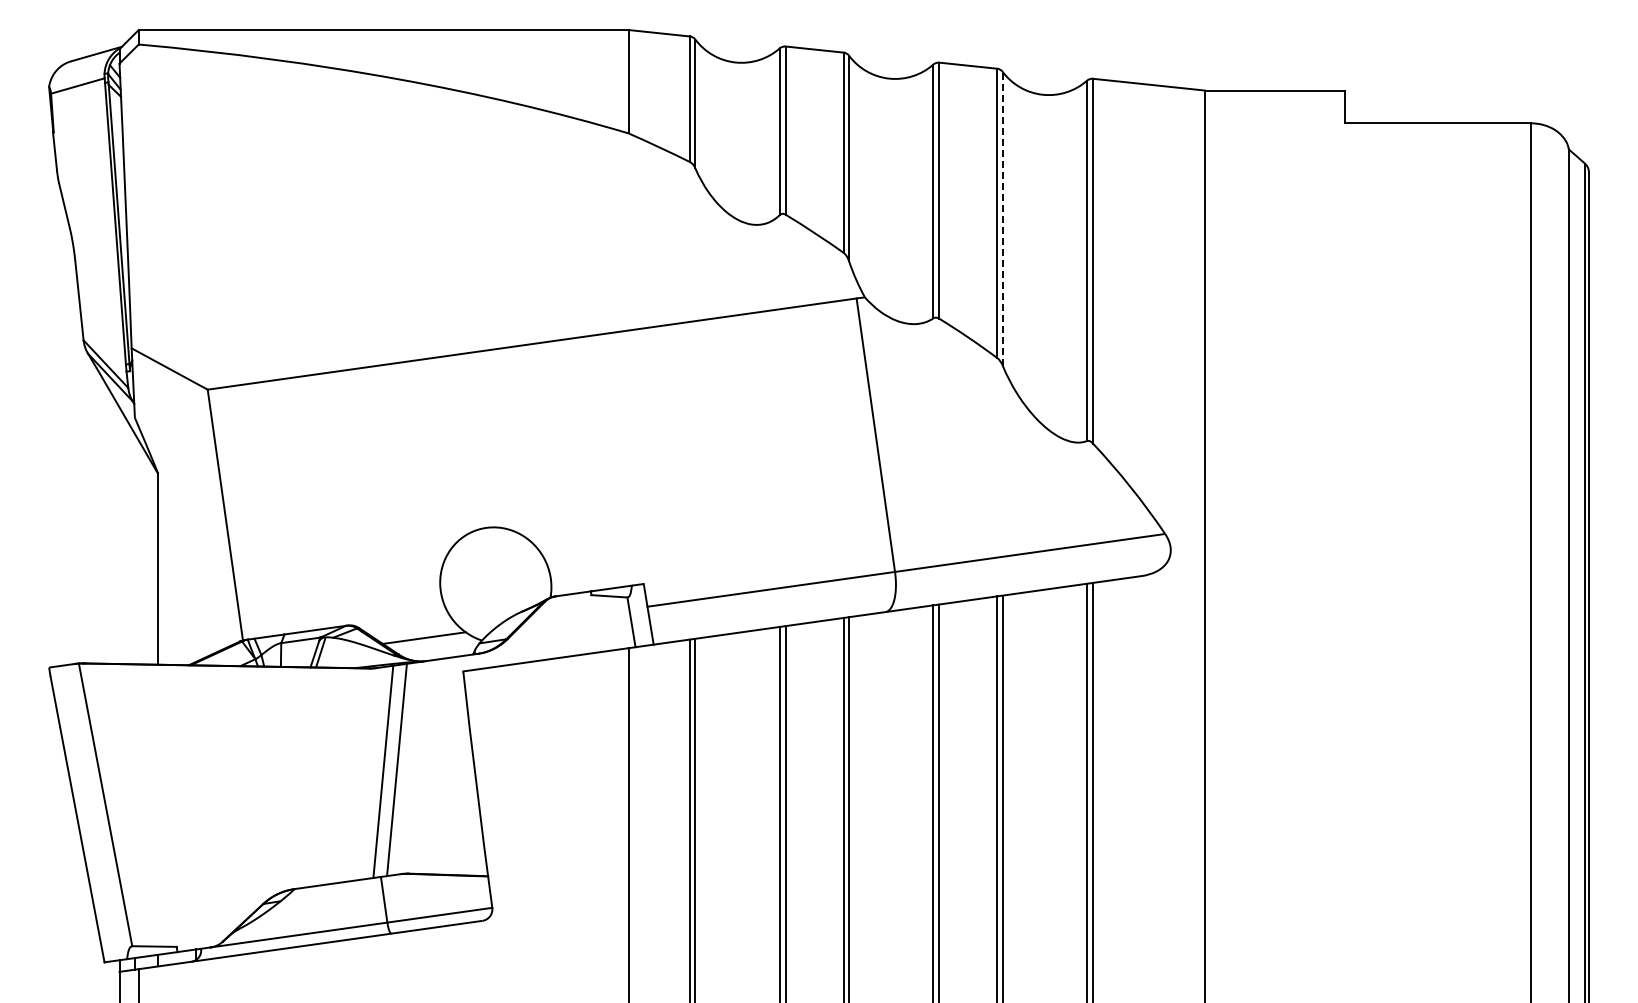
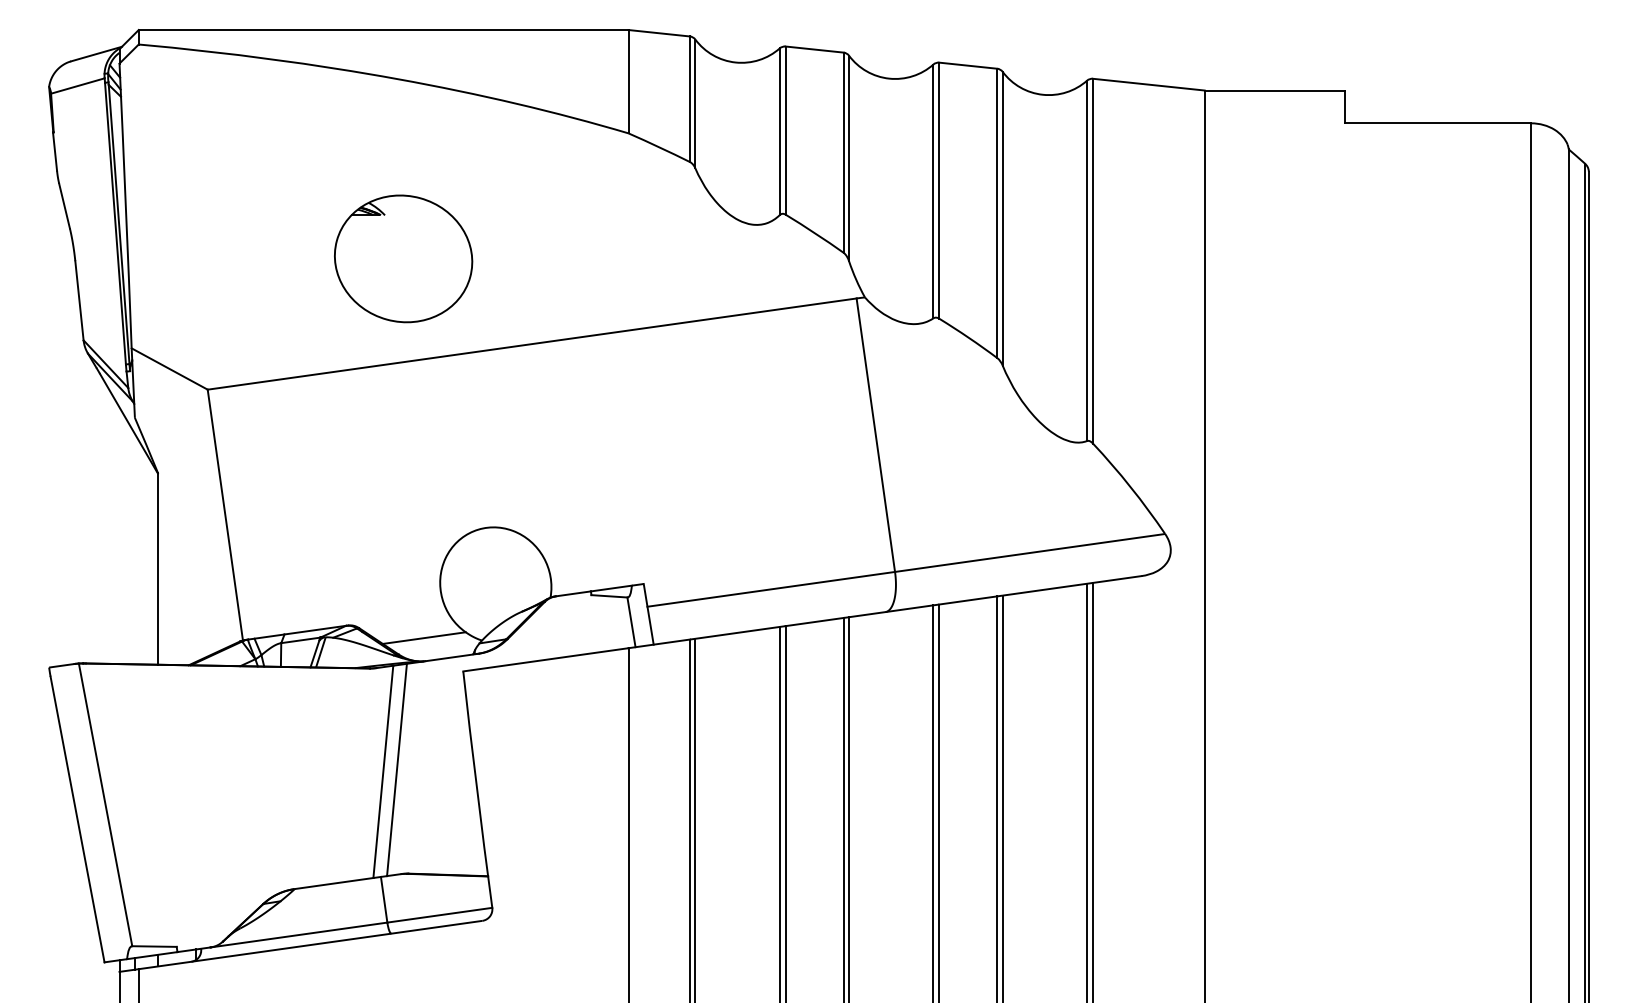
line at (1002, 218): dashed -> solid
part at (403, 258): none -> present
